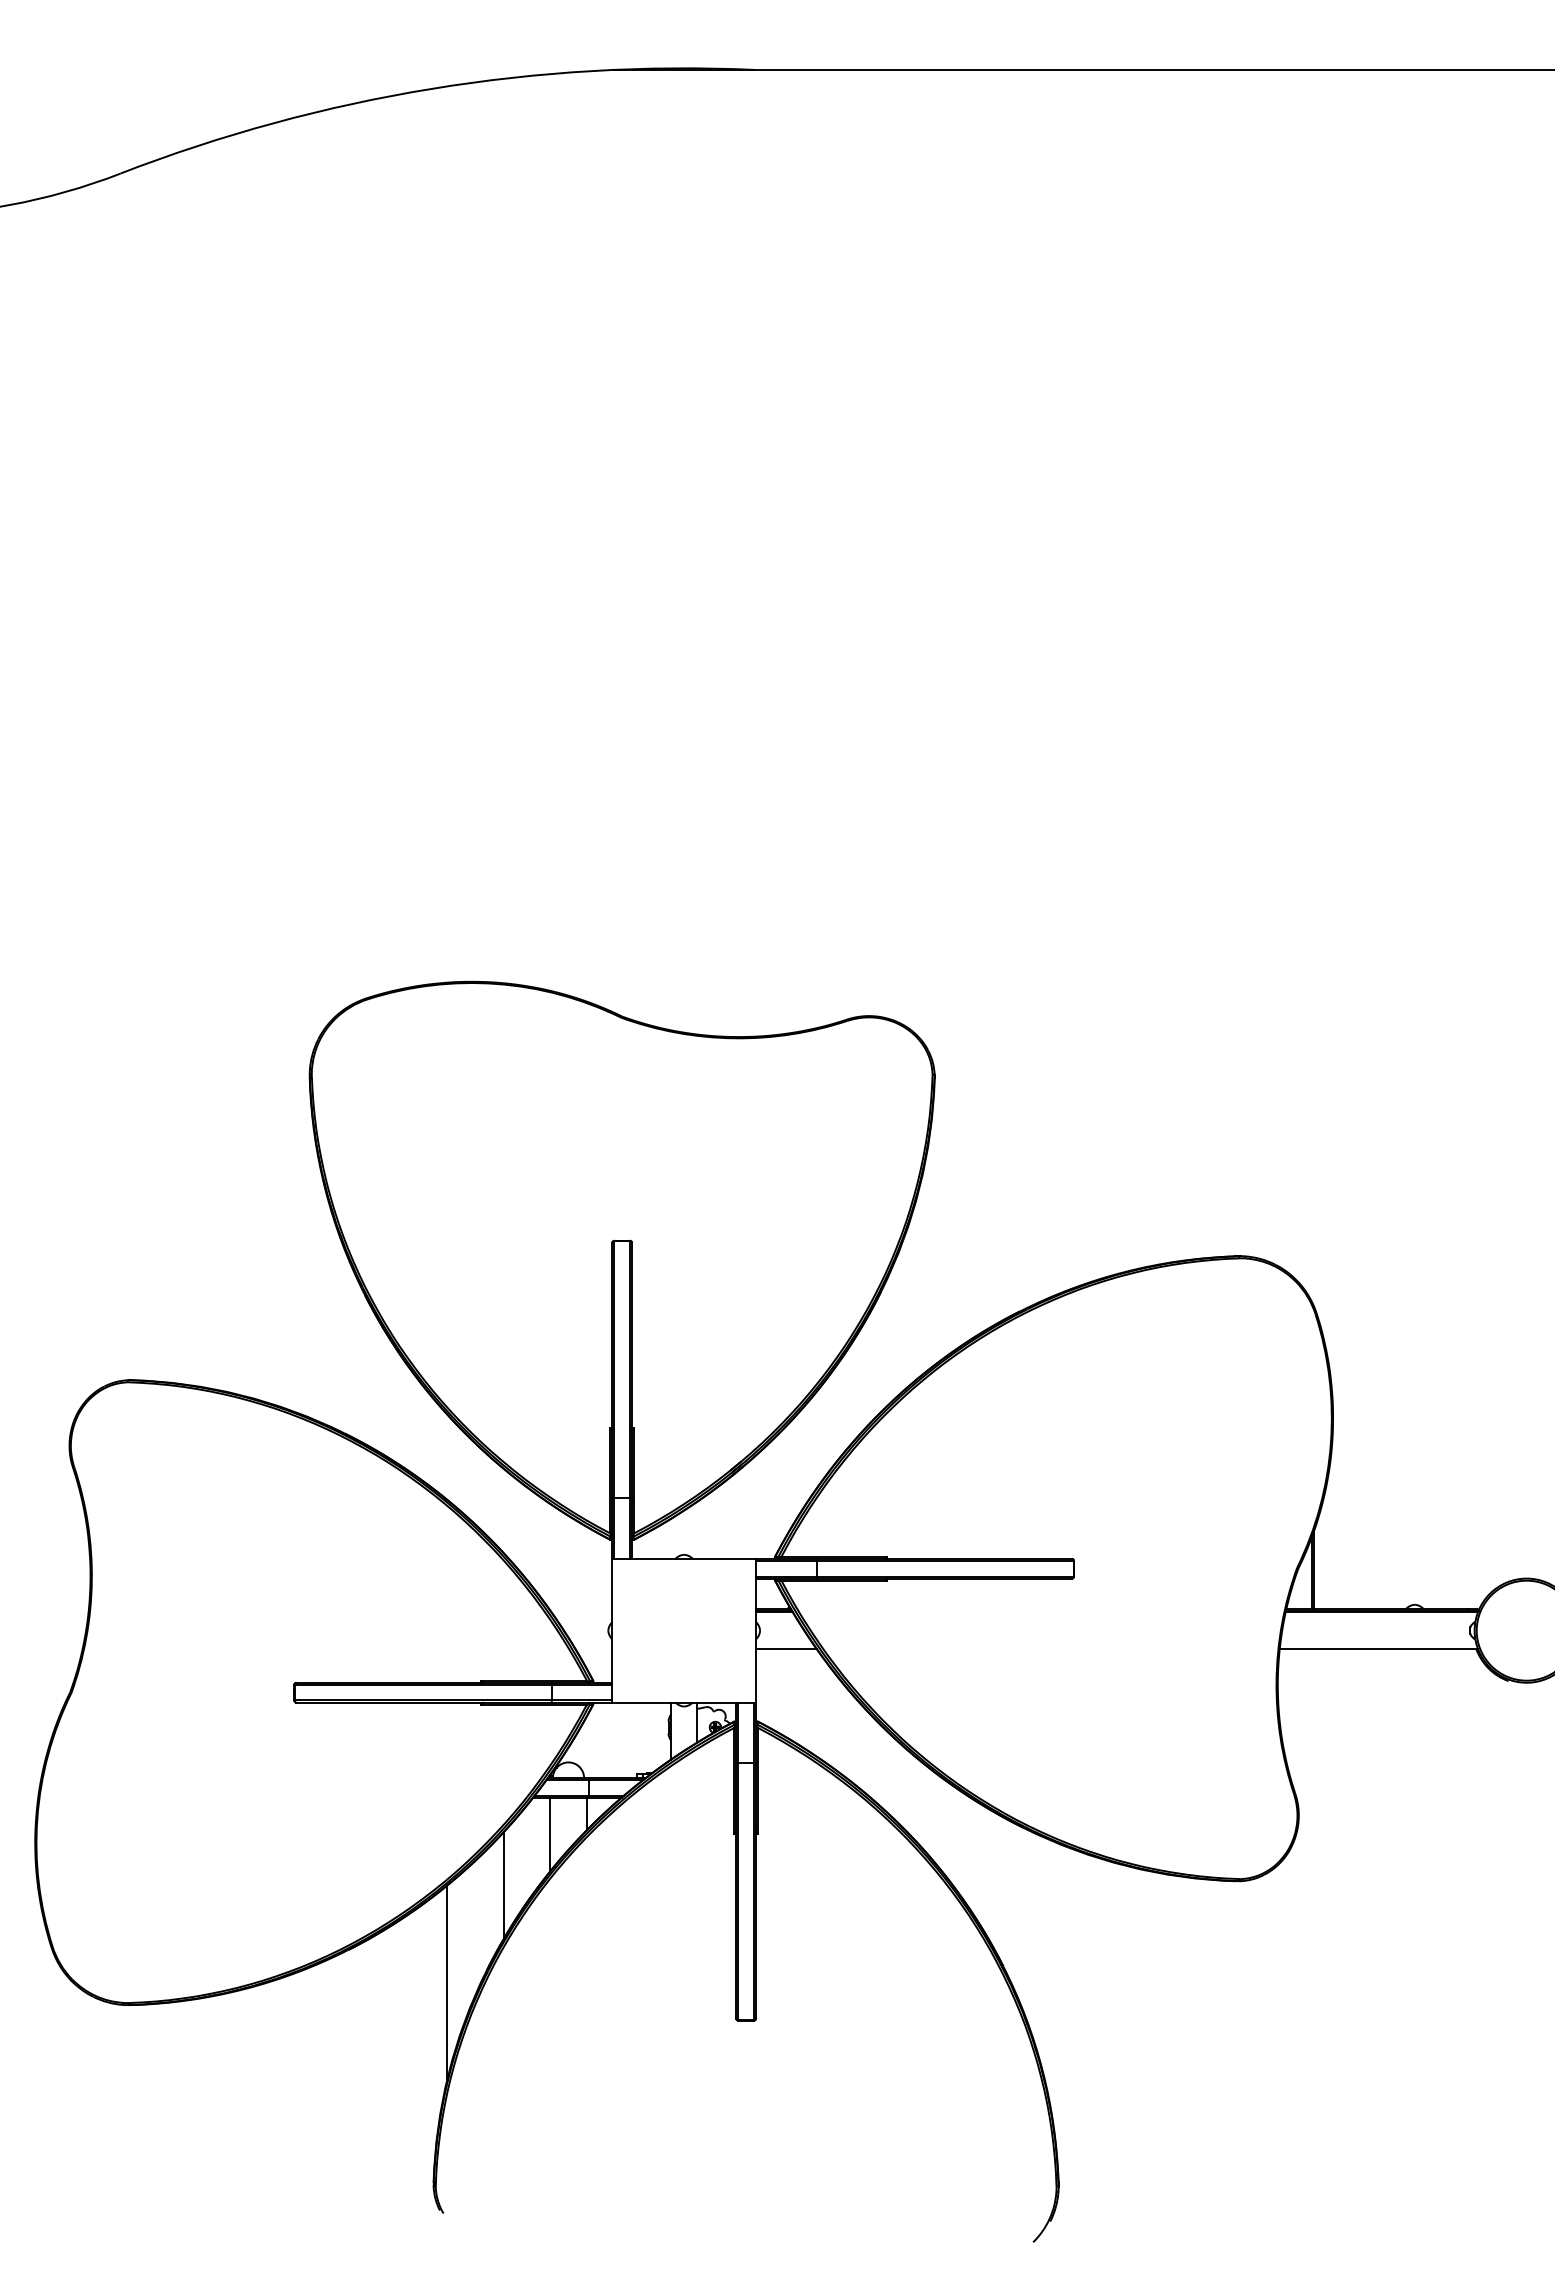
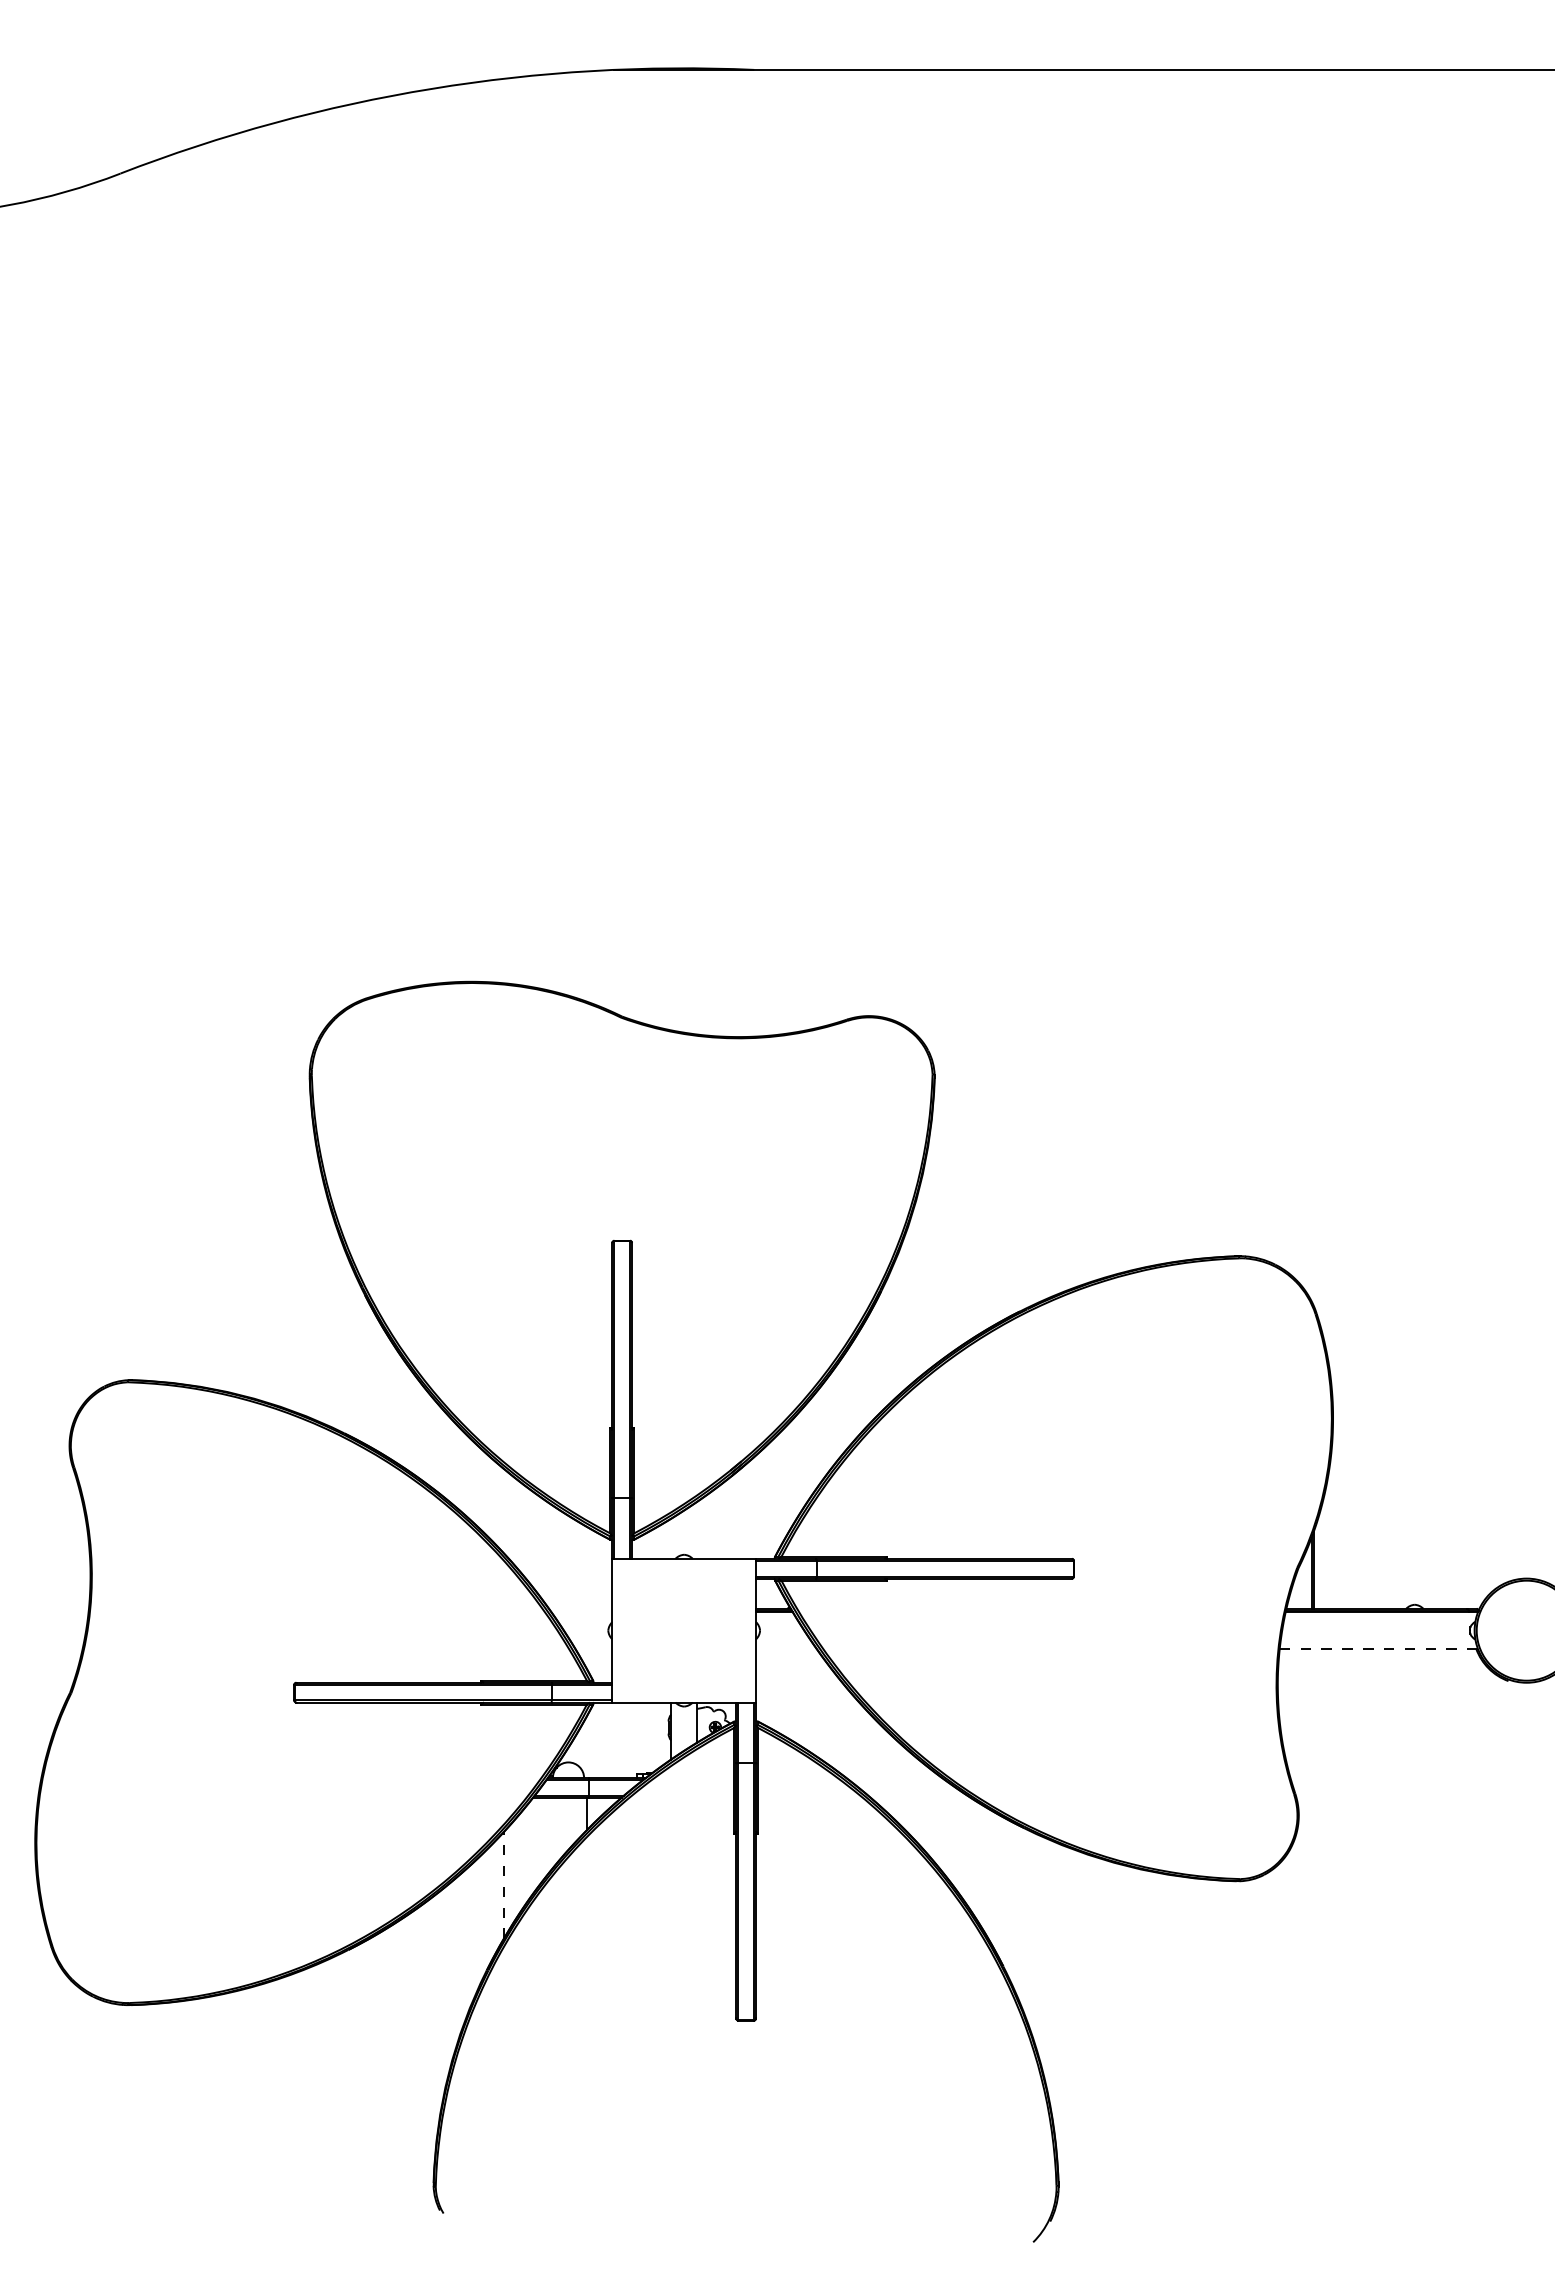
line at (786, 1648): present -> none
line at (1379, 1648): solid -> dashed
line at (550, 1834): present -> none
line at (503, 1884): solid -> dashed
line at (447, 1981): present -> none
